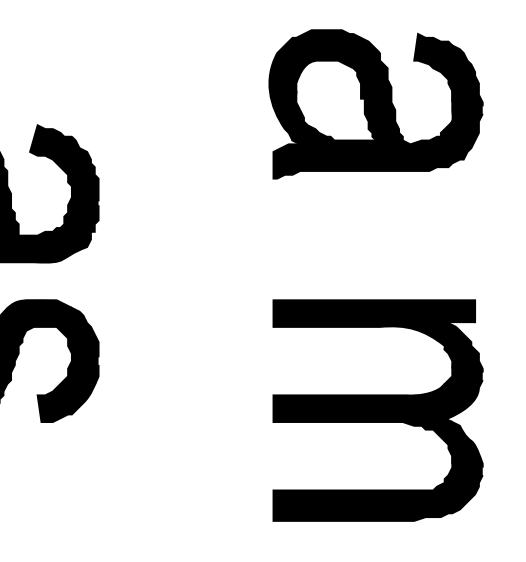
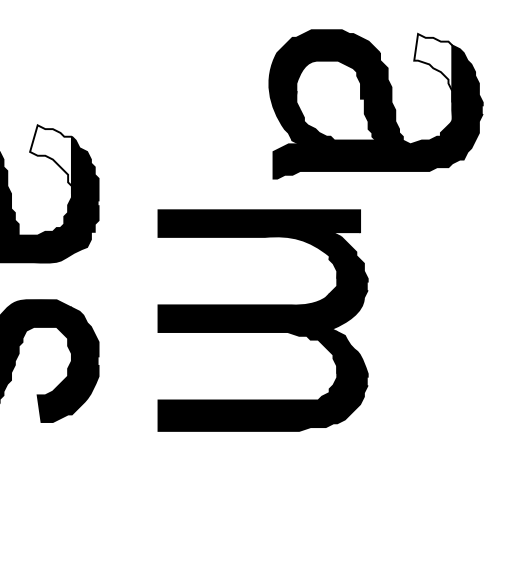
fill at (433, 68): present -> none
fill at (50, 159): present -> none
part at (377, 410) position: (377, 410) -> (262, 320)
